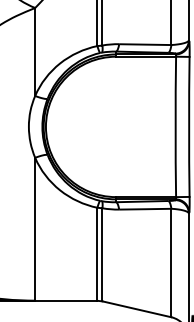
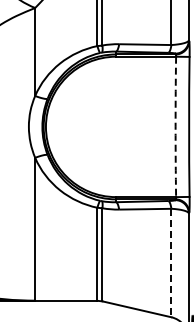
arc at (175, 126): solid -> dashed
line at (171, 263): solid -> dashed
